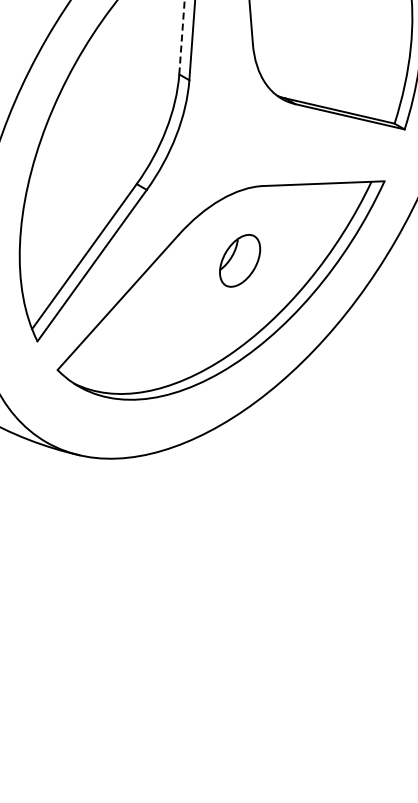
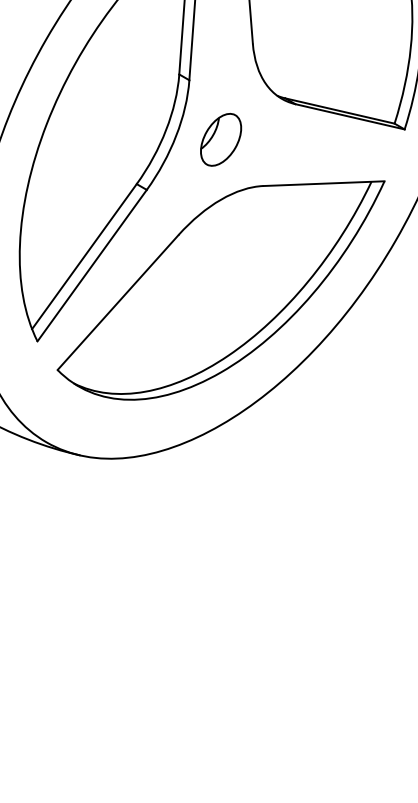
line at (181, 37): dashed -> solid
part at (240, 260) position: (240, 260) -> (221, 139)
